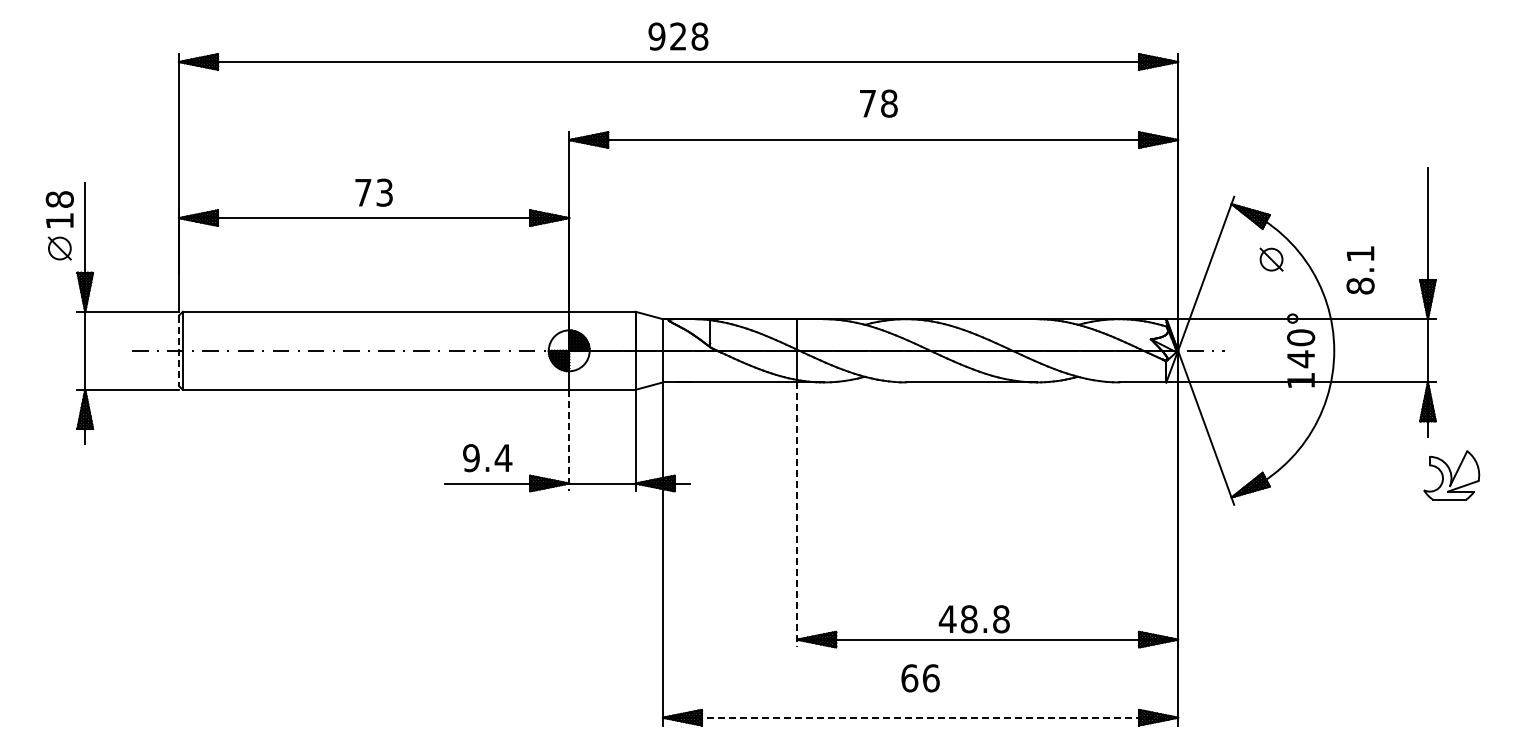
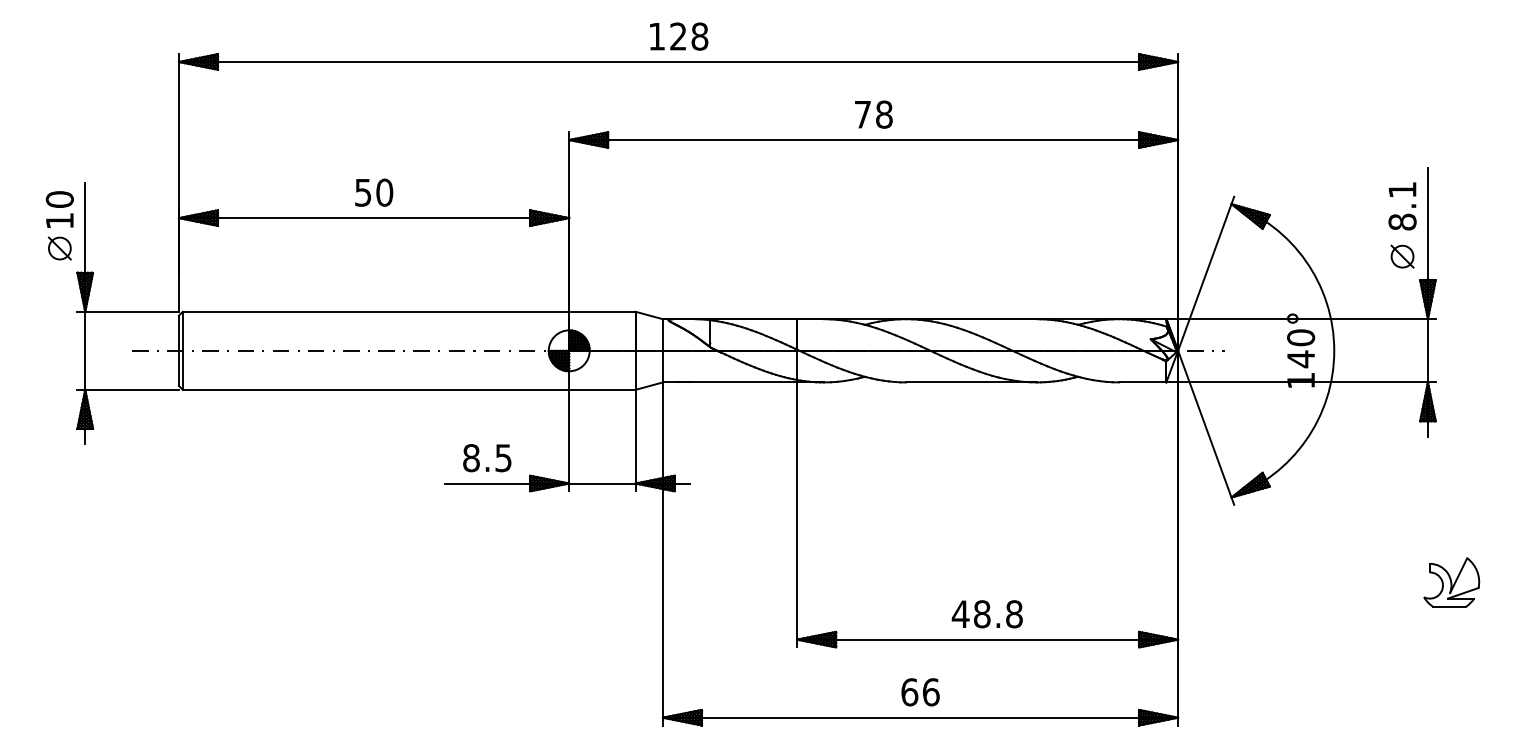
text at (656, 36): 928 -> 128
text at (878, 103) position: (878, 103) -> (873, 114)
text at (374, 192): 73 -> 50
text at (59, 199): 18 -> 10
part at (1271, 259) position: (1271, 259) -> (1402, 256)
text at (1360, 270) position: (1360, 270) -> (1402, 206)
line at (178, 351): dashed -> solid
line at (569, 440): dashed -> solid
text at (487, 458): 9.4 -> 8.5
part at (1451, 475) position: (1451, 475) -> (1451, 582)
line at (797, 514): dashed -> solid
text at (973, 619) position: (973, 619) -> (986, 614)
text at (920, 678) position: (920, 678) -> (920, 692)
line at (920, 717): dashed -> solid
